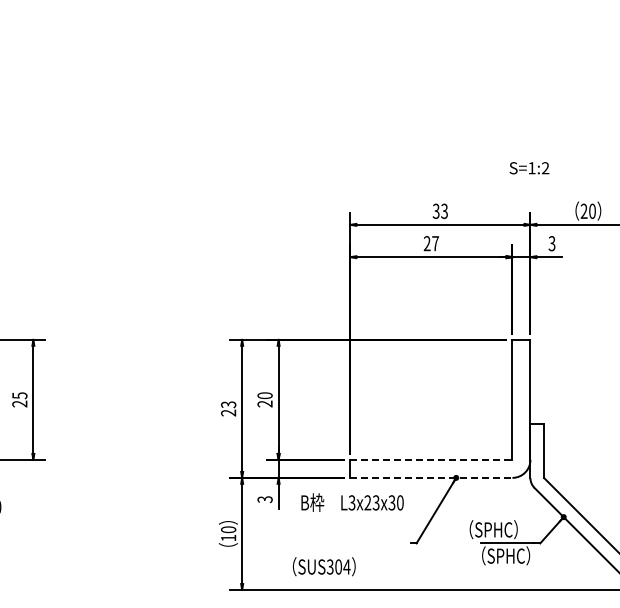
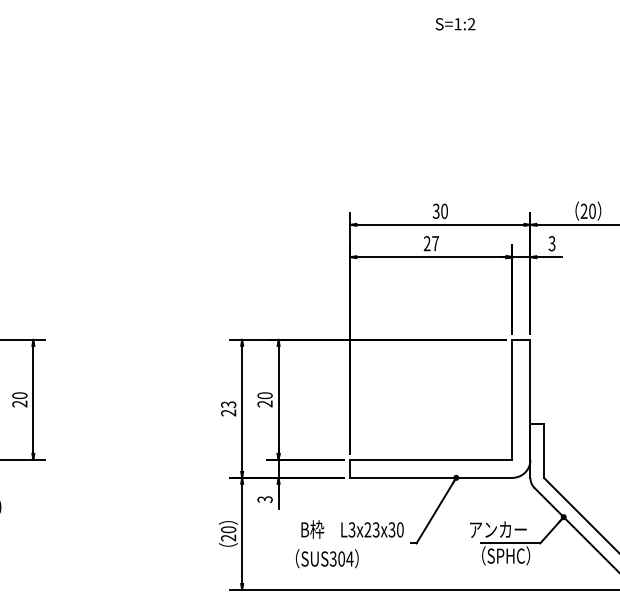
text at (529, 168) position: (529, 168) -> (455, 24)
text at (444, 210): 33 -> 30
text at (19, 395): 25 -> 20
line at (431, 459): dashed -> solid
line at (431, 477): dashed -> solid
text at (352, 502) position: (352, 502) -> (352, 529)
text at (497, 529): （SPHC） -> アンカー
text at (228, 537): 10 -> 20
text at (324, 566) position: (324, 566) -> (327, 558)
